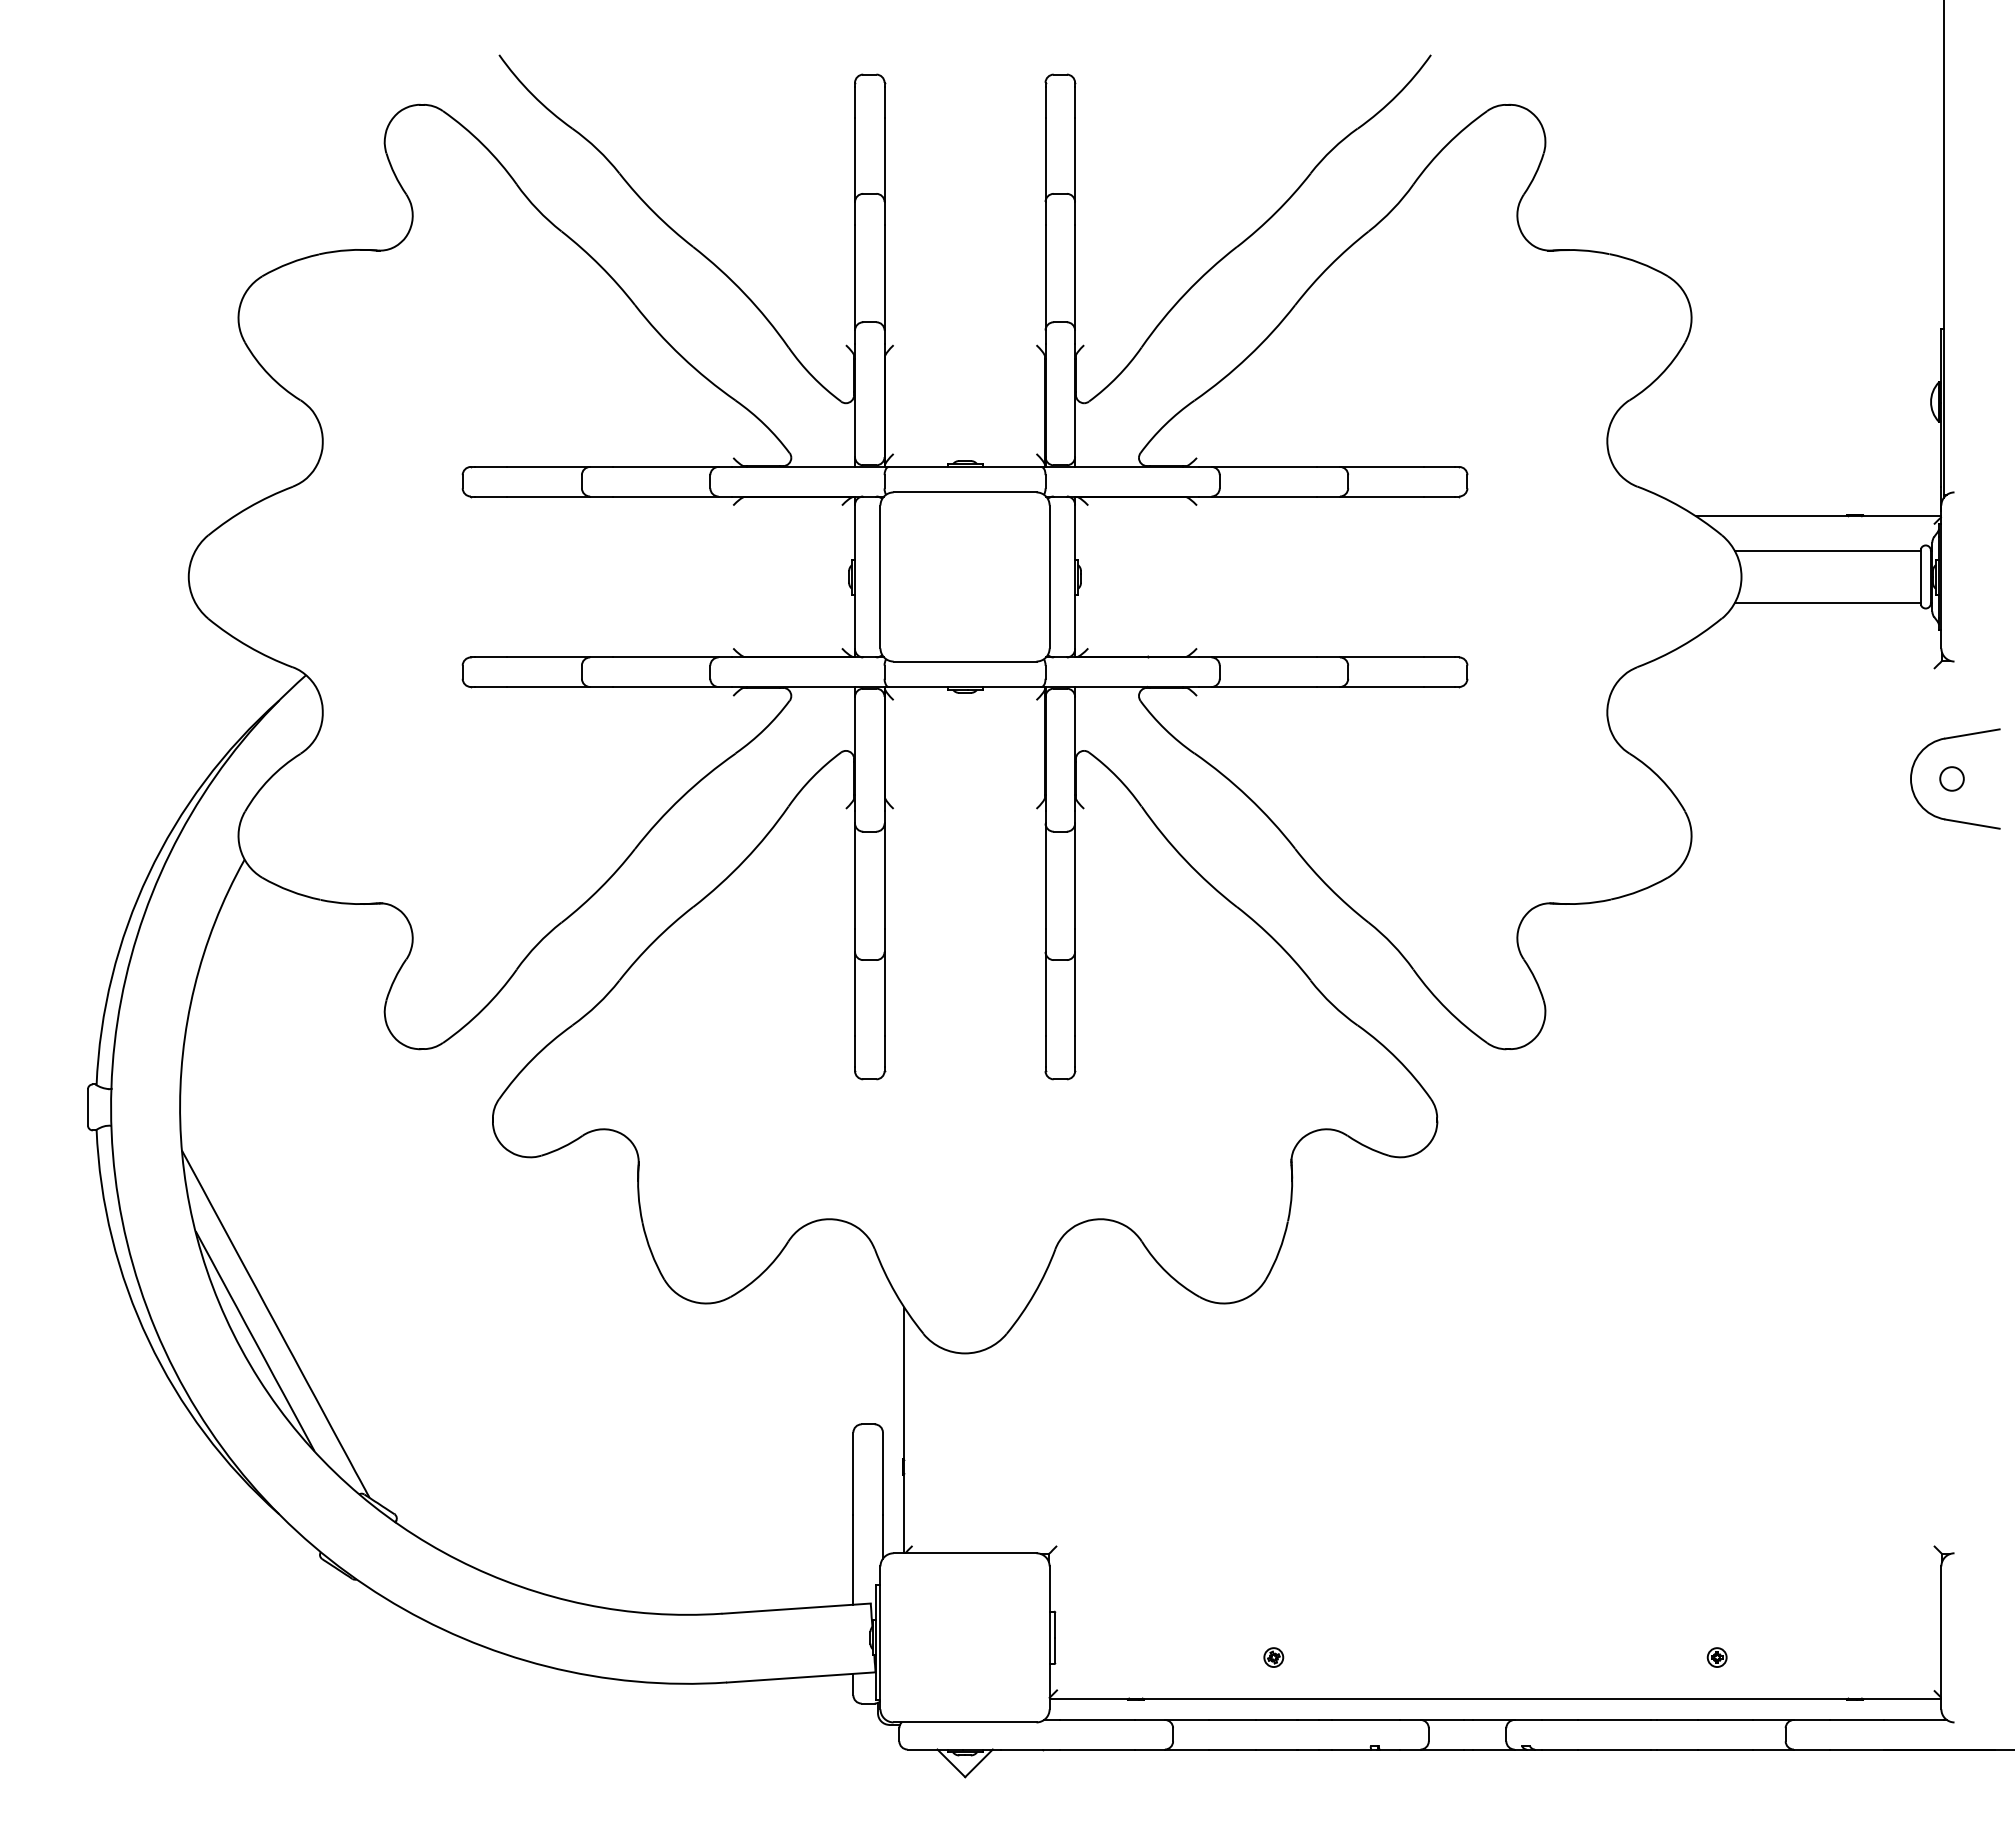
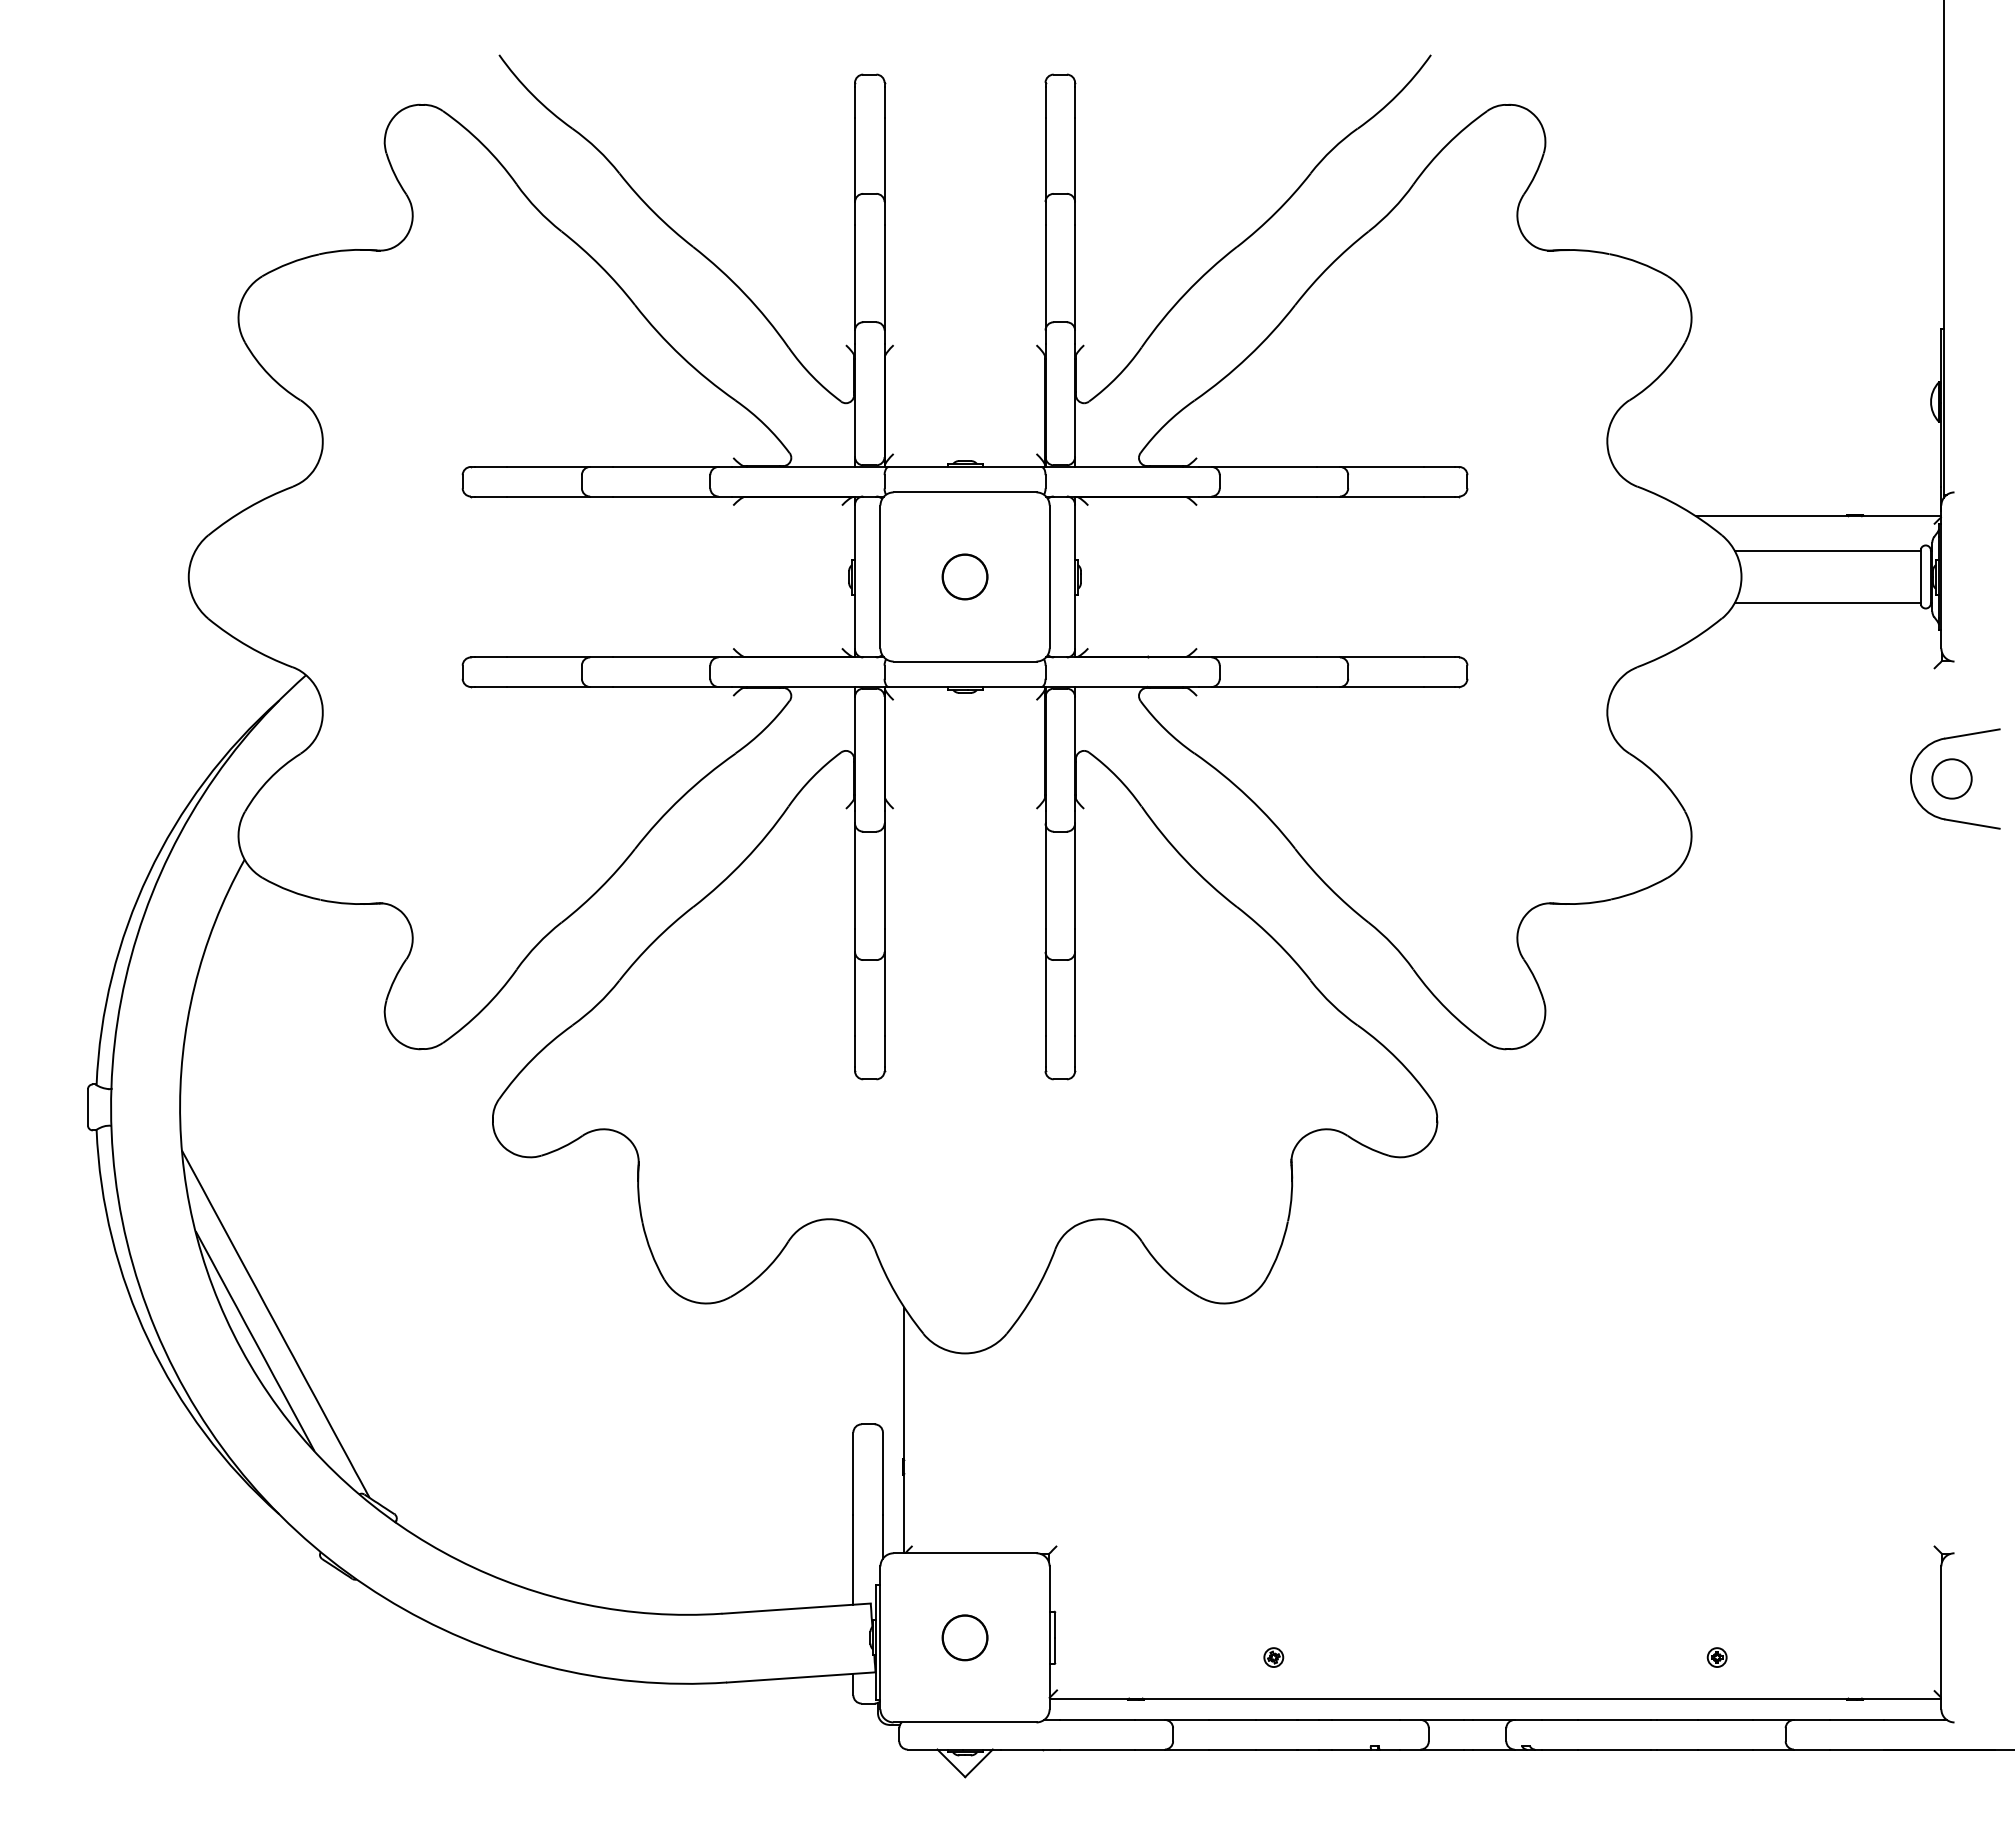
part at (964, 576): none -> present
circle at (1951, 778) diameter: 24 px -> 39 px
part at (964, 1637): none -> present
